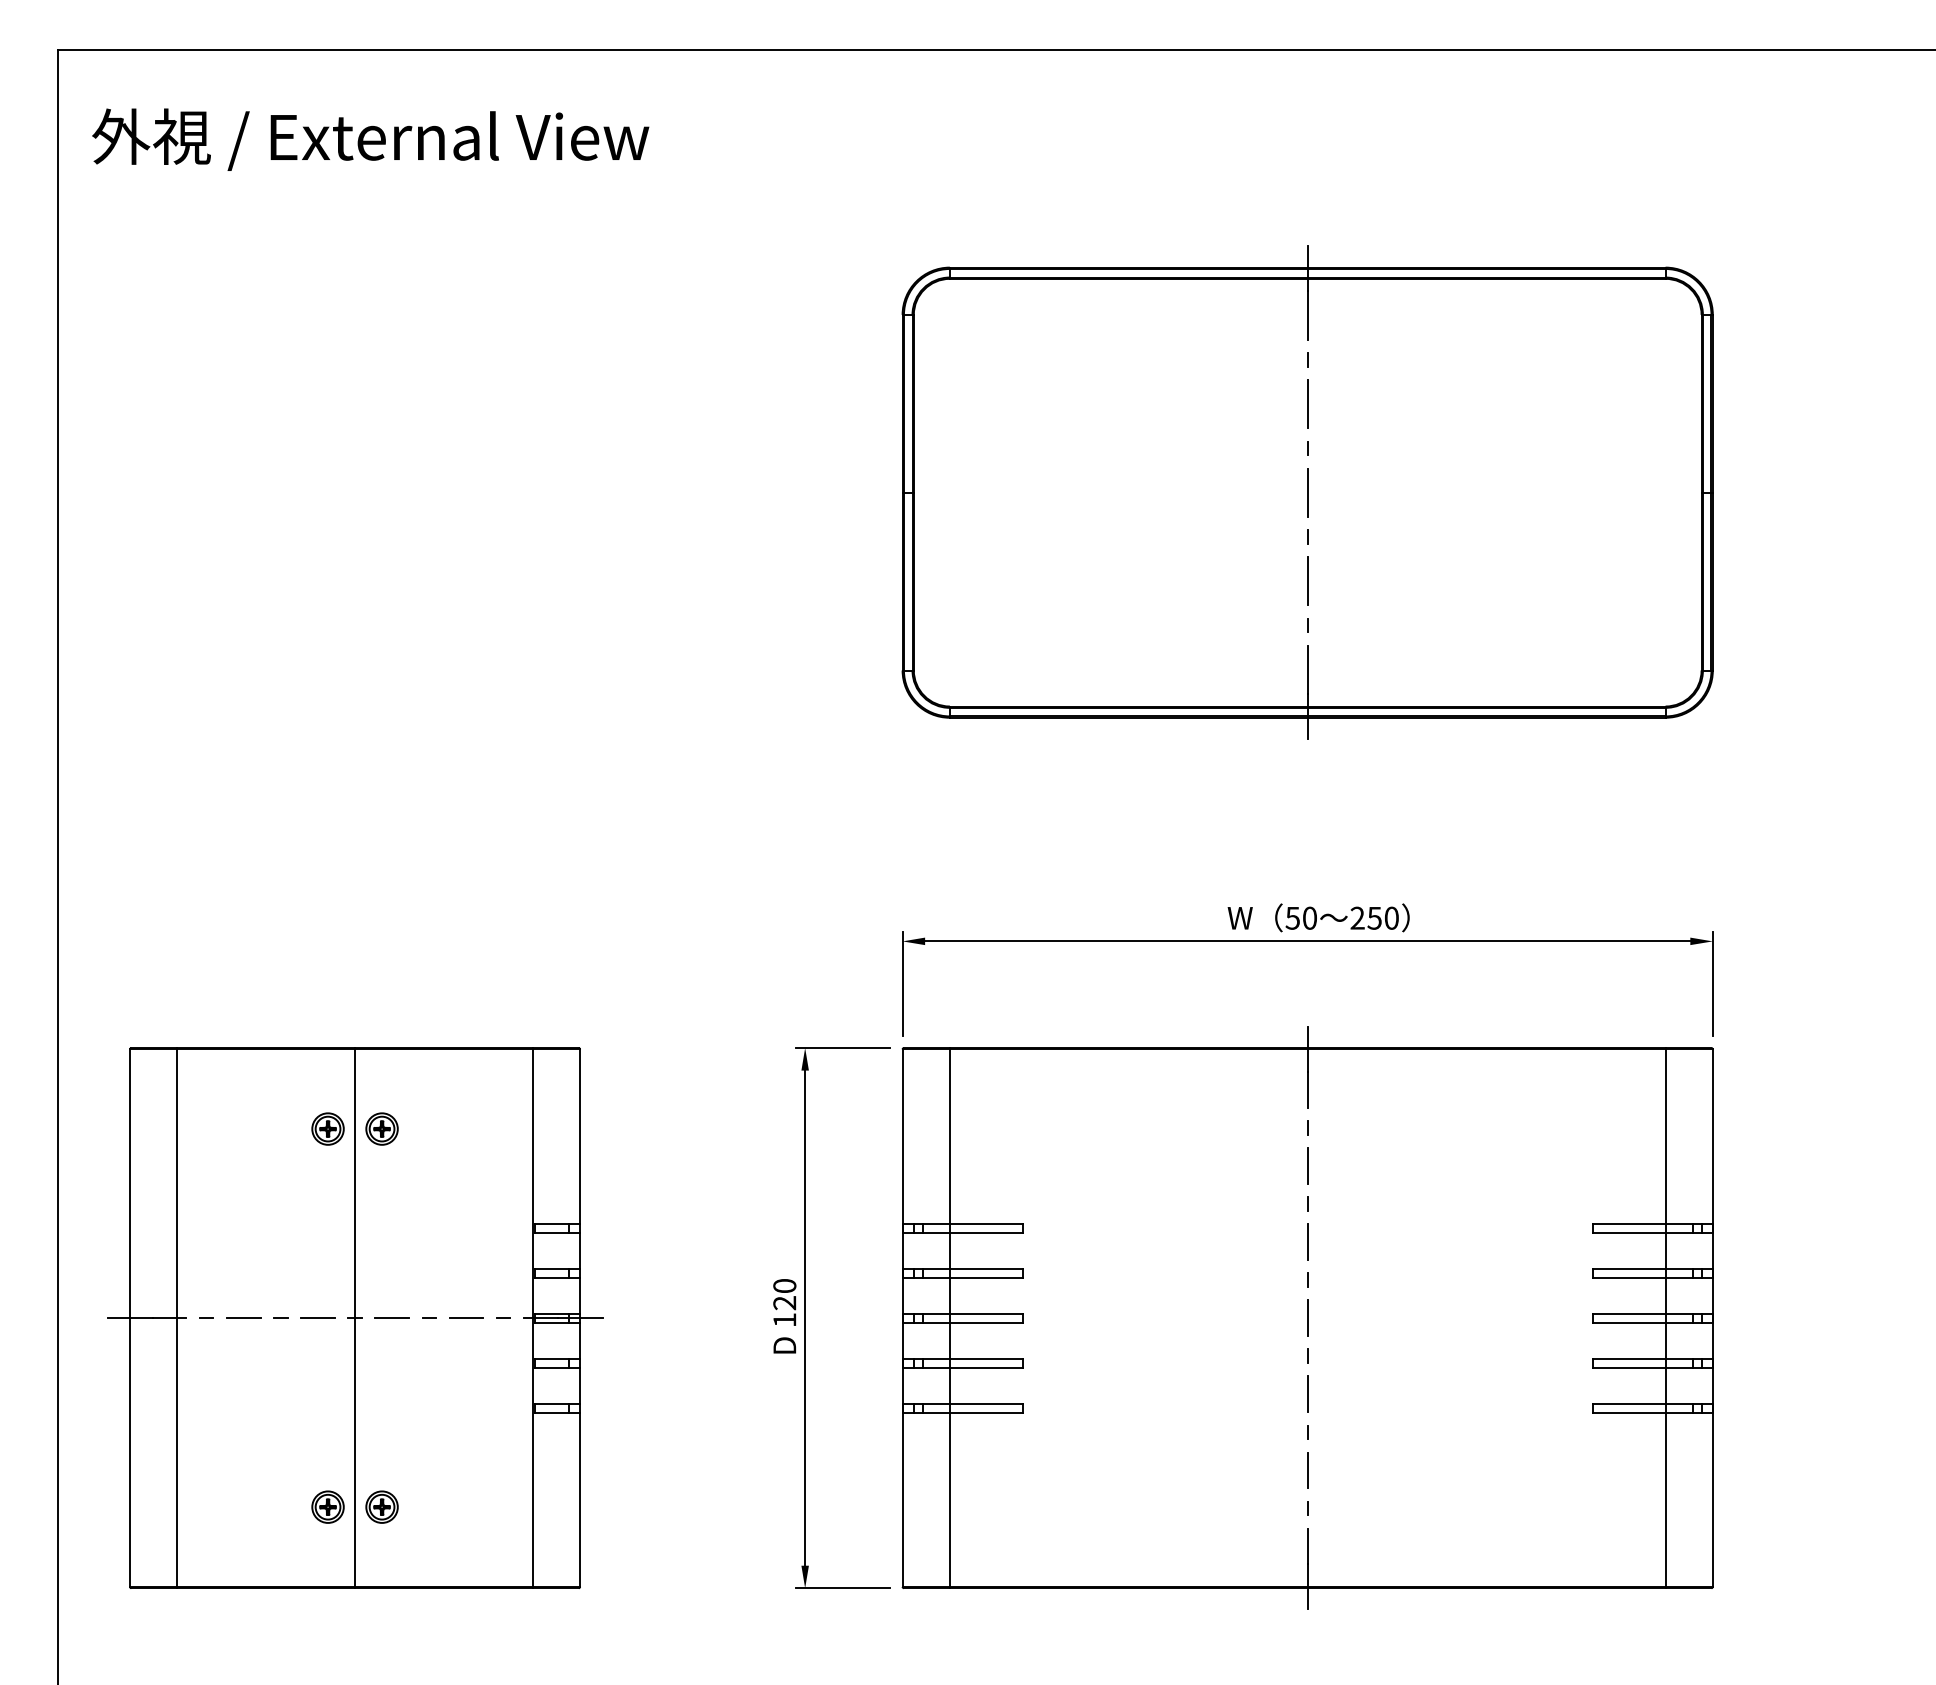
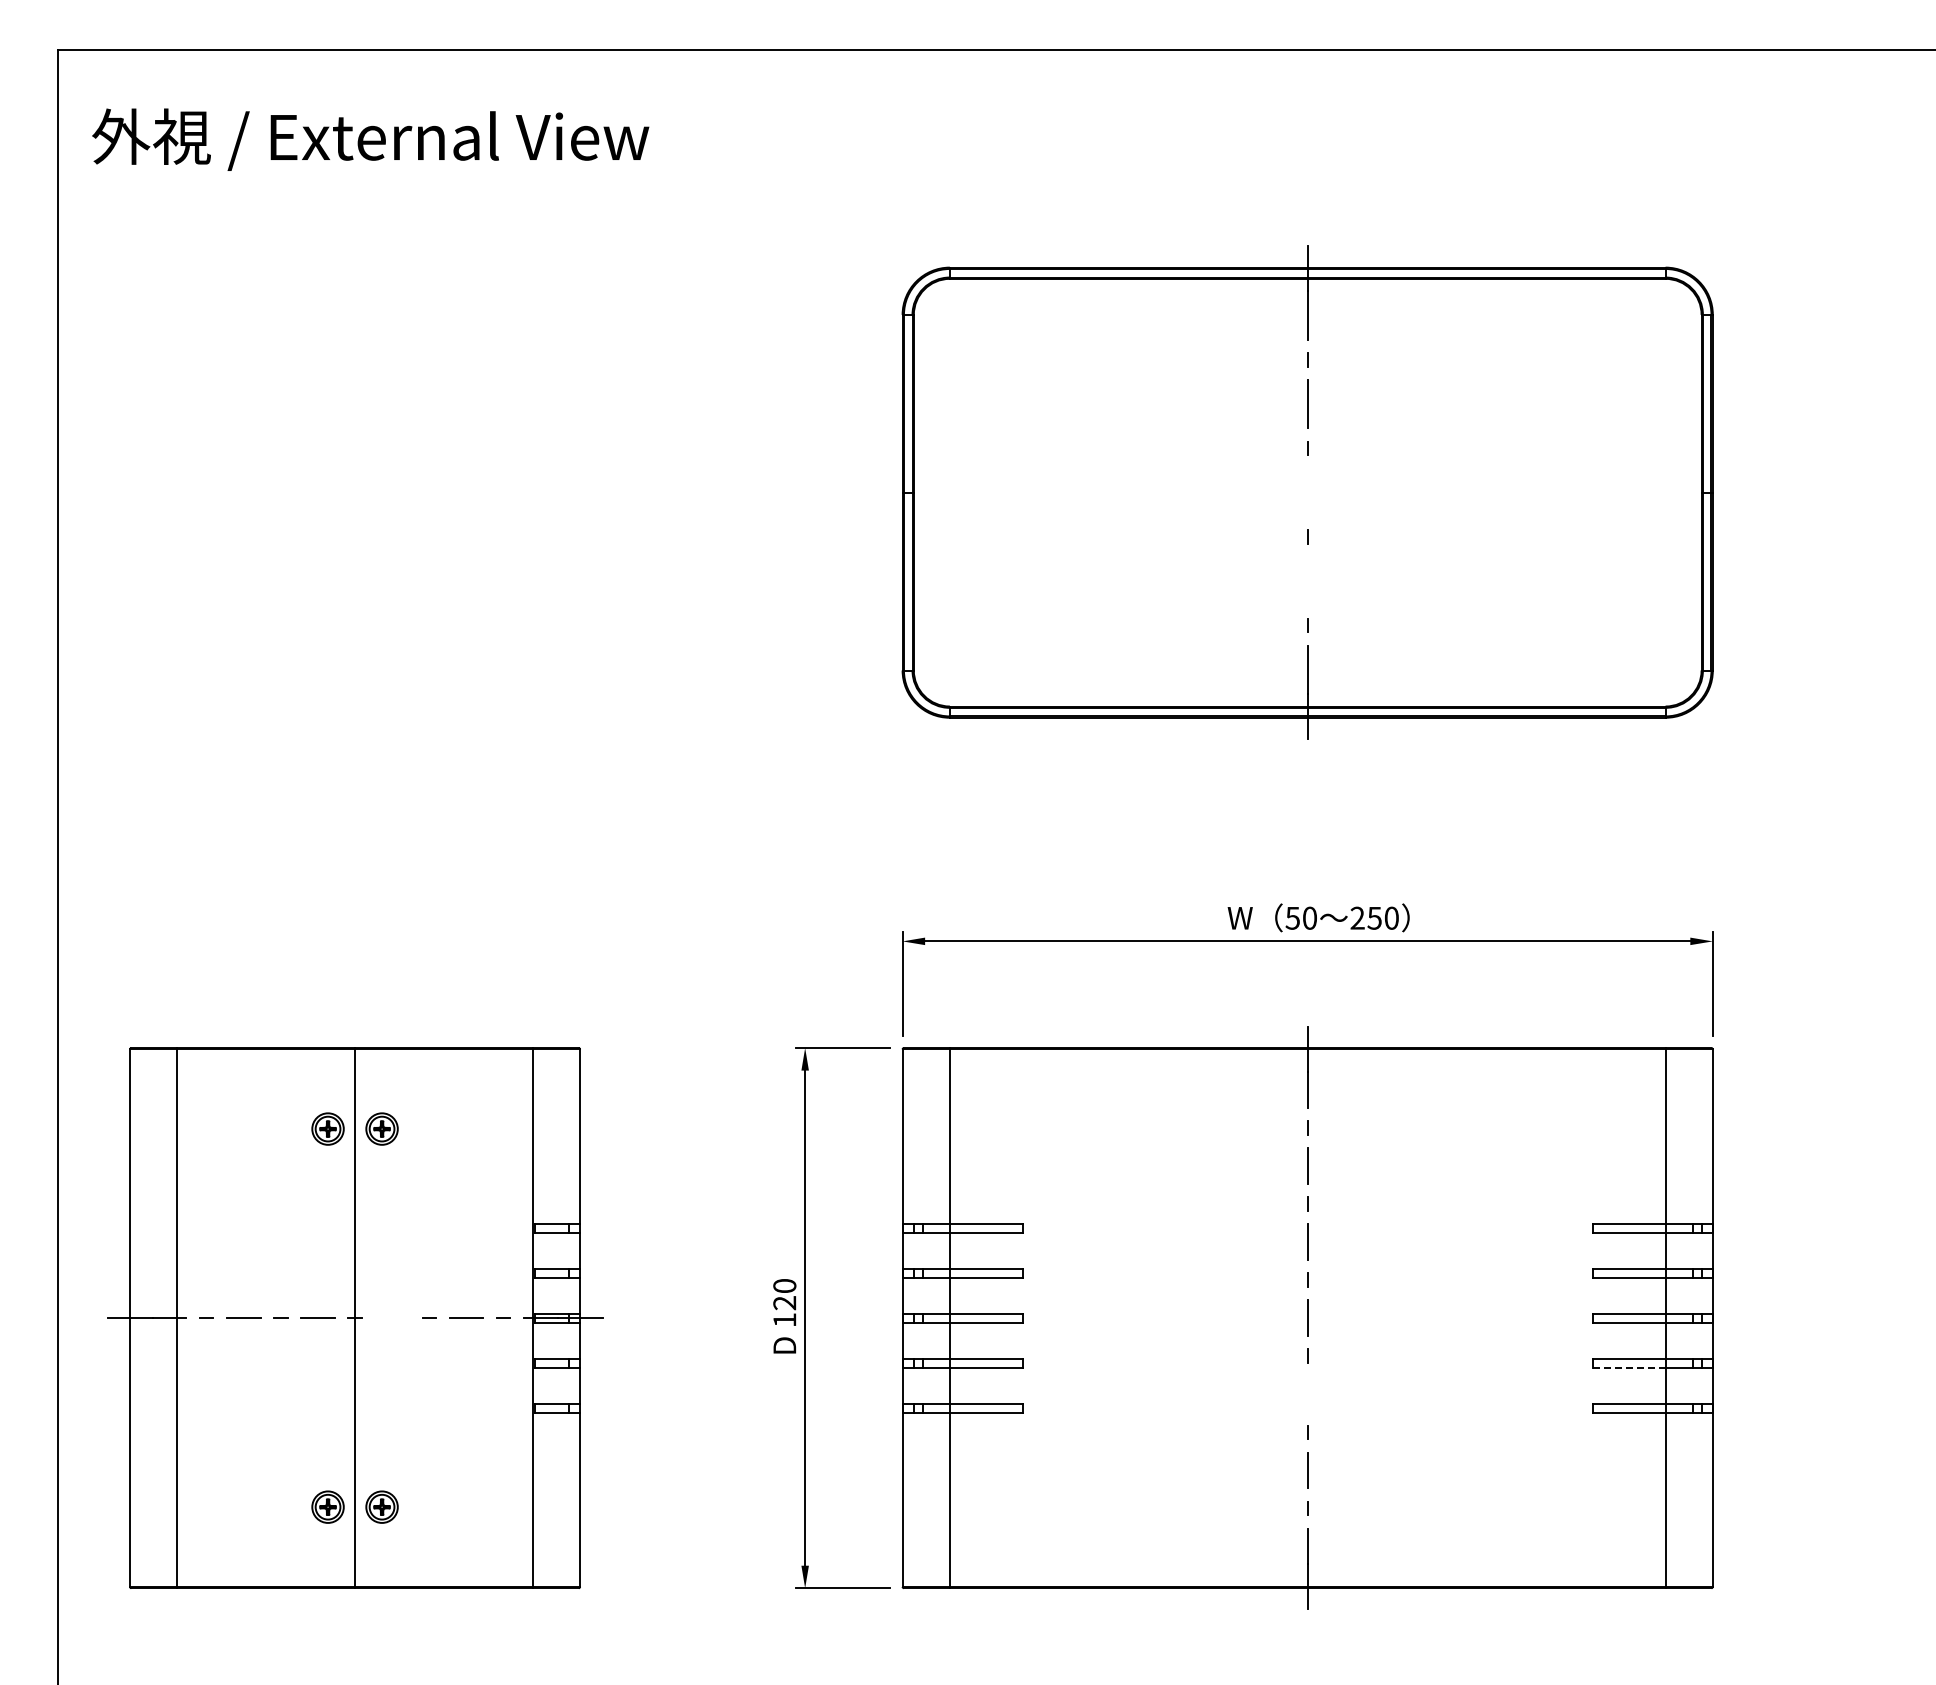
line at (1307, 492): present -> none
line at (1307, 581): present -> none
line at (392, 1318): present -> none
line at (1628, 1367): solid -> dashed
line at (1307, 1393): present -> none
